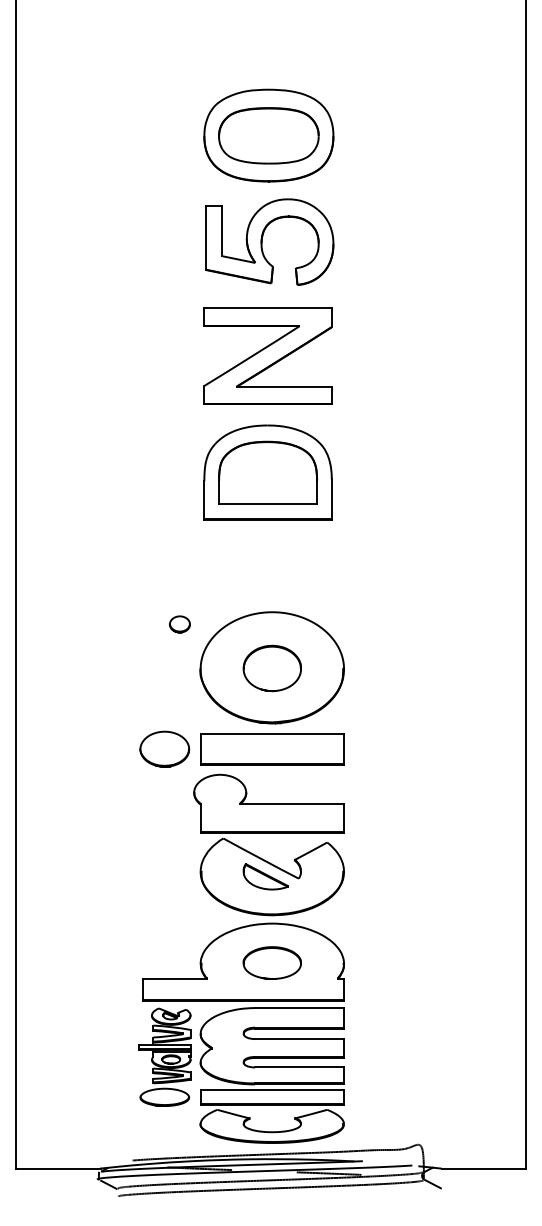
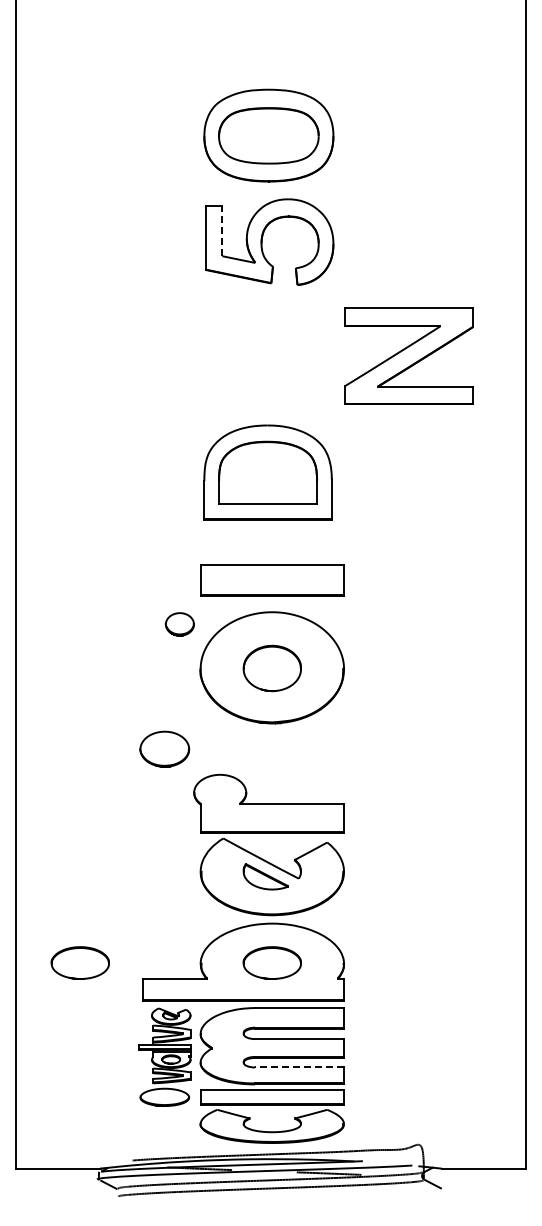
line at (222, 231): solid -> dashed
part at (267, 355) position: (267, 355) -> (408, 355)
part at (179, 624) size: 22x19 px -> 31x25 px
part at (272, 749) position: (272, 749) -> (272, 580)
part at (79, 962): none -> present
line at (299, 1067): solid -> dashed
